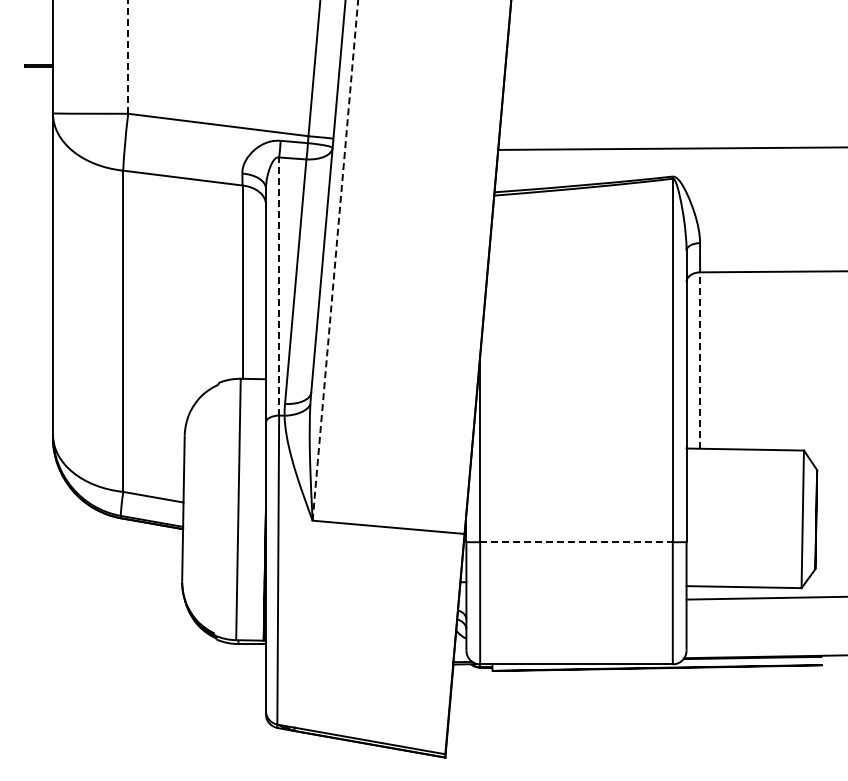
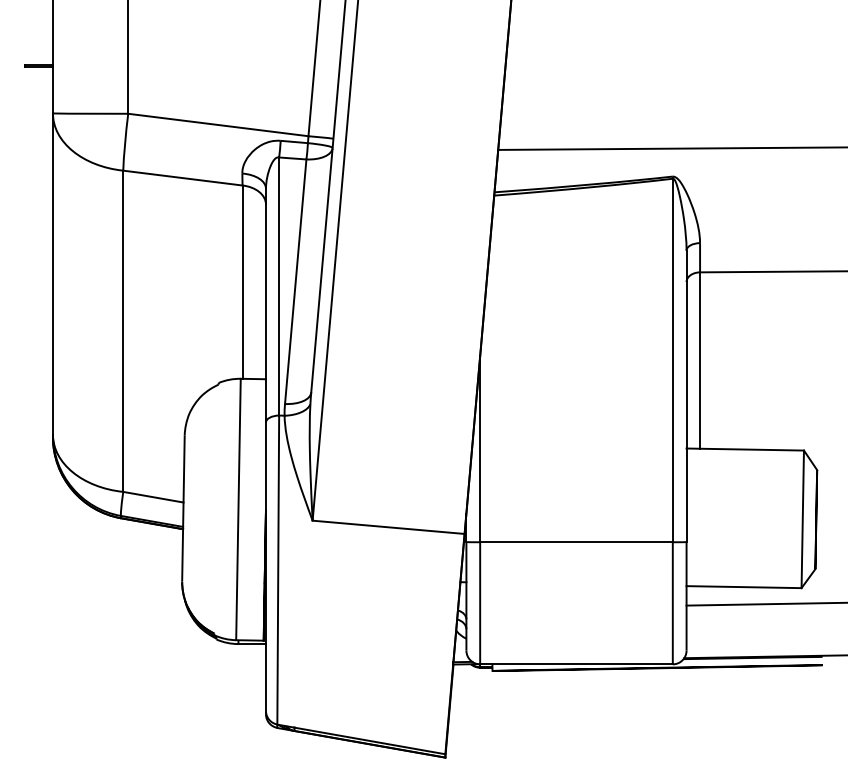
line at (128, 56): dashed -> solid
line at (335, 260): dashed -> solid
line at (279, 286): dashed -> solid
line at (700, 360): dashed -> solid
line at (576, 542): dashed -> solid
line at (765, 597) position: (765, 597) -> (765, 603)
